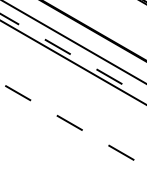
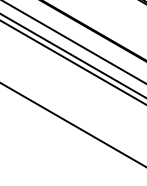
line at (73, 55): dashed -> solid
line at (73, 125): dashed -> solid
